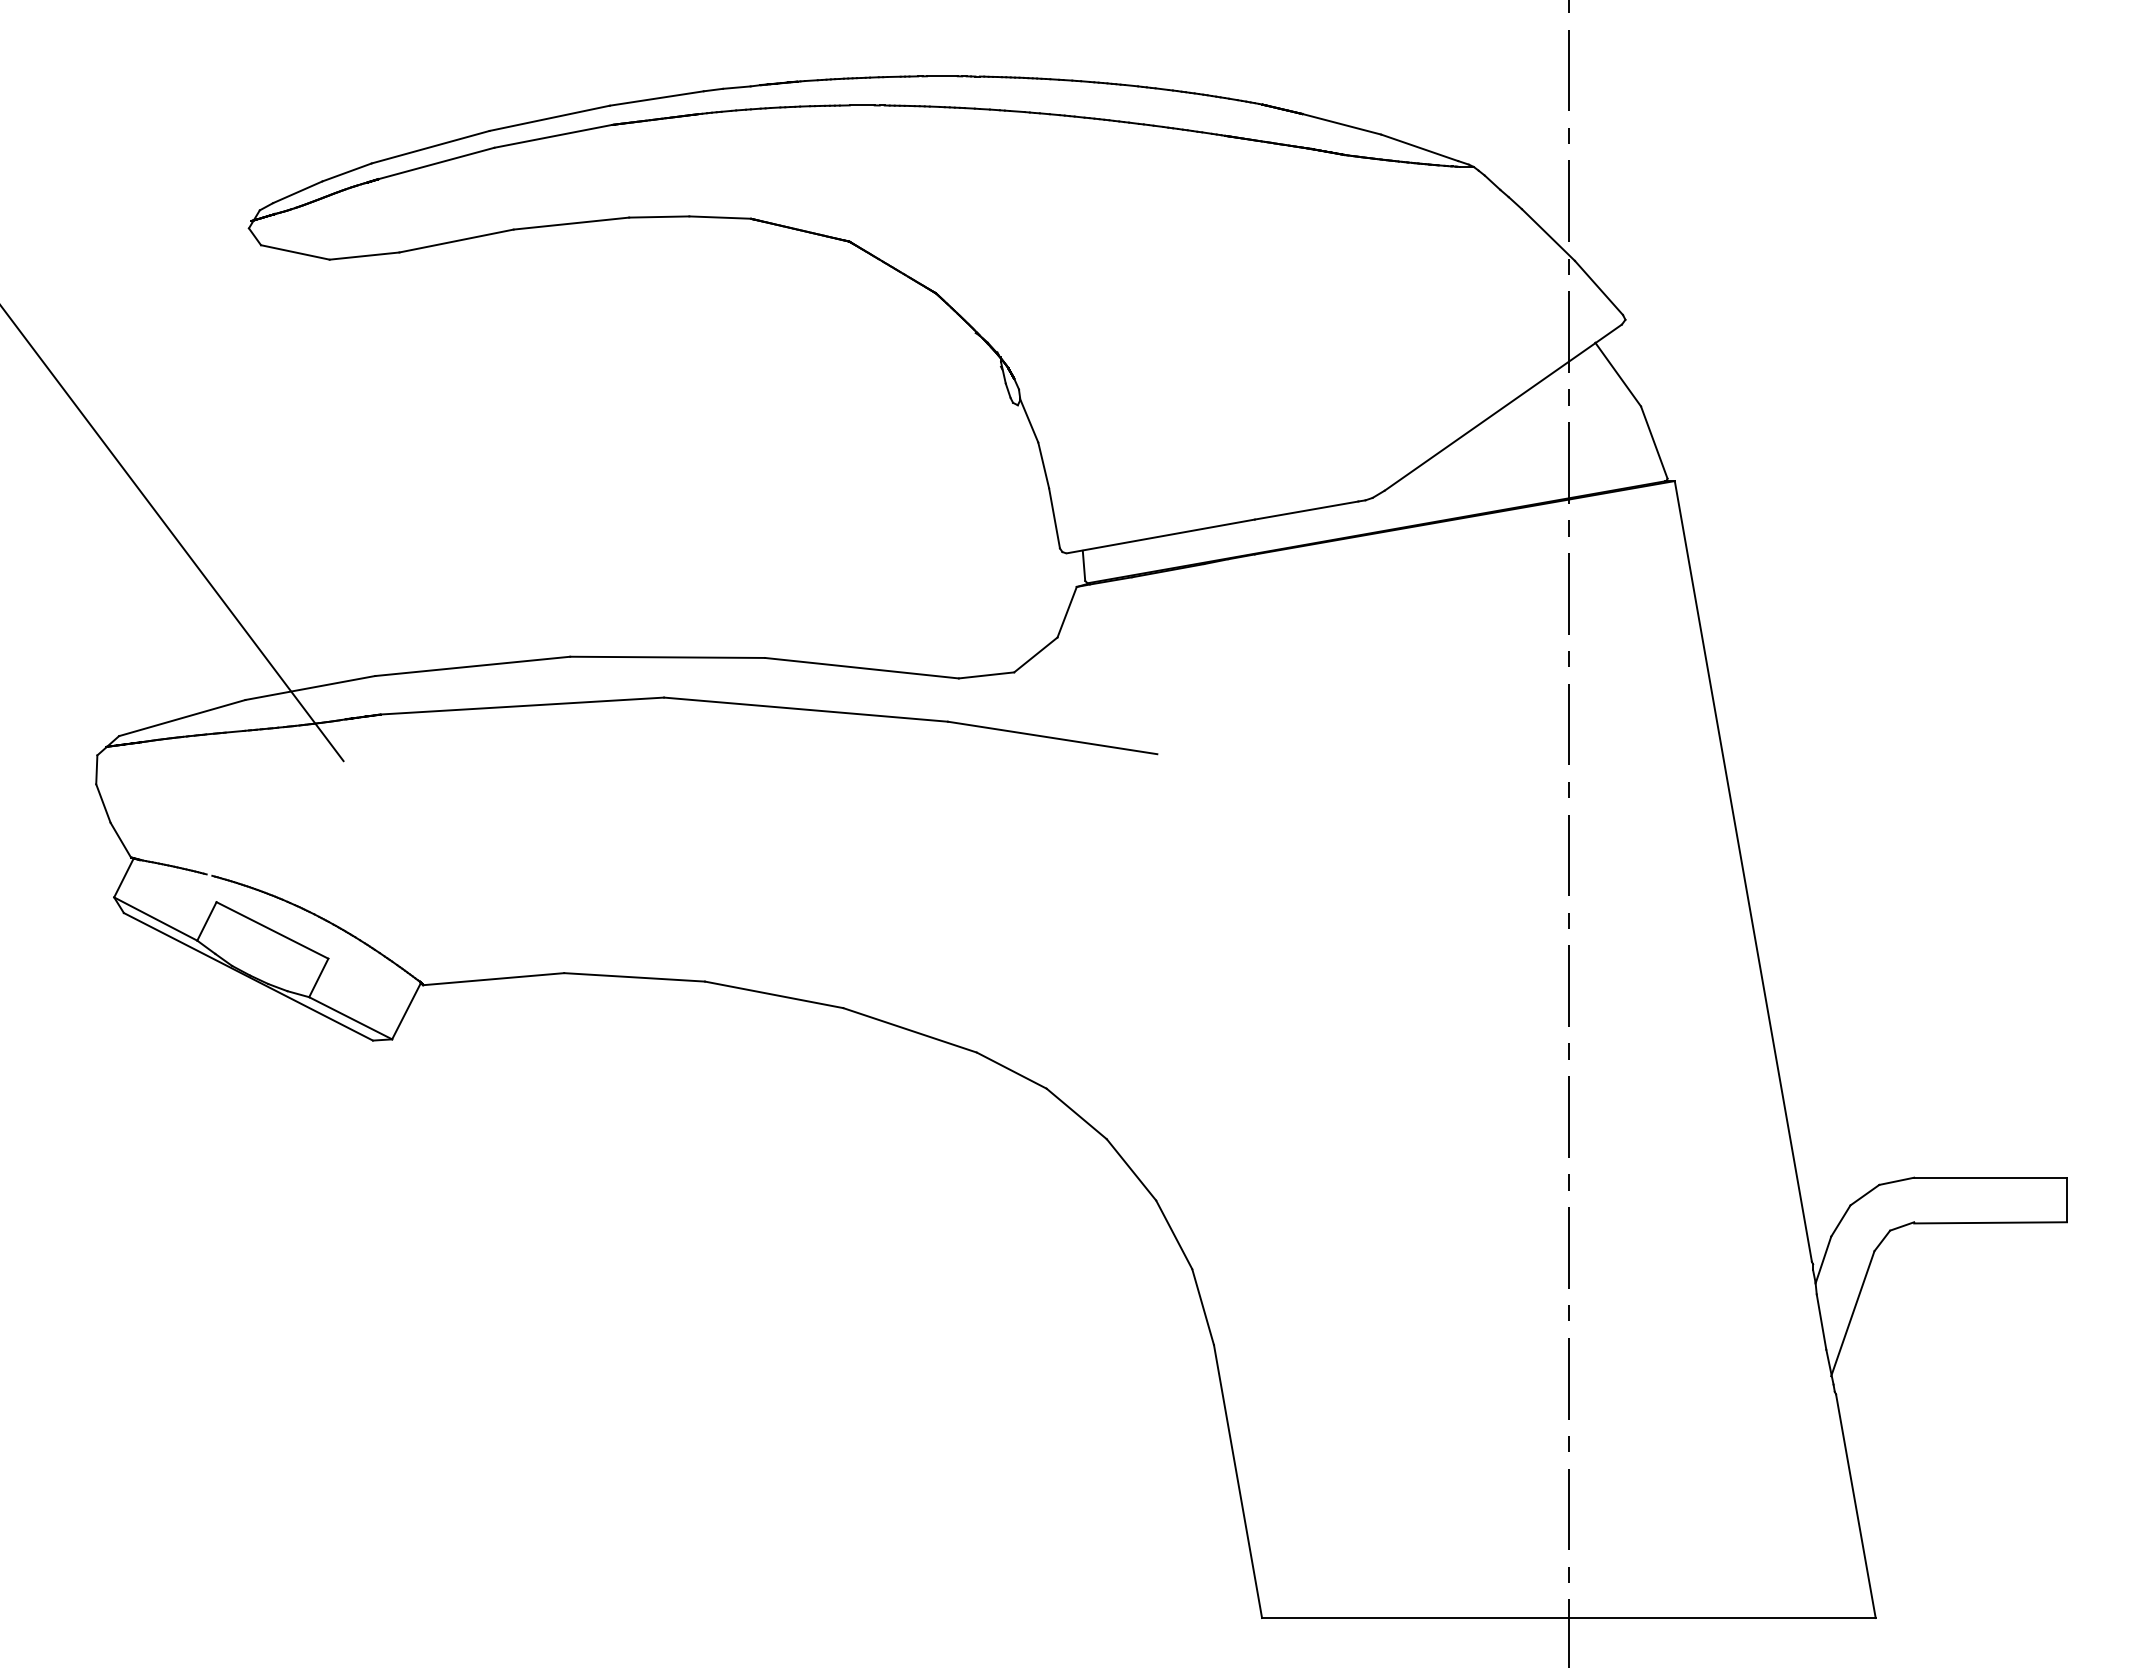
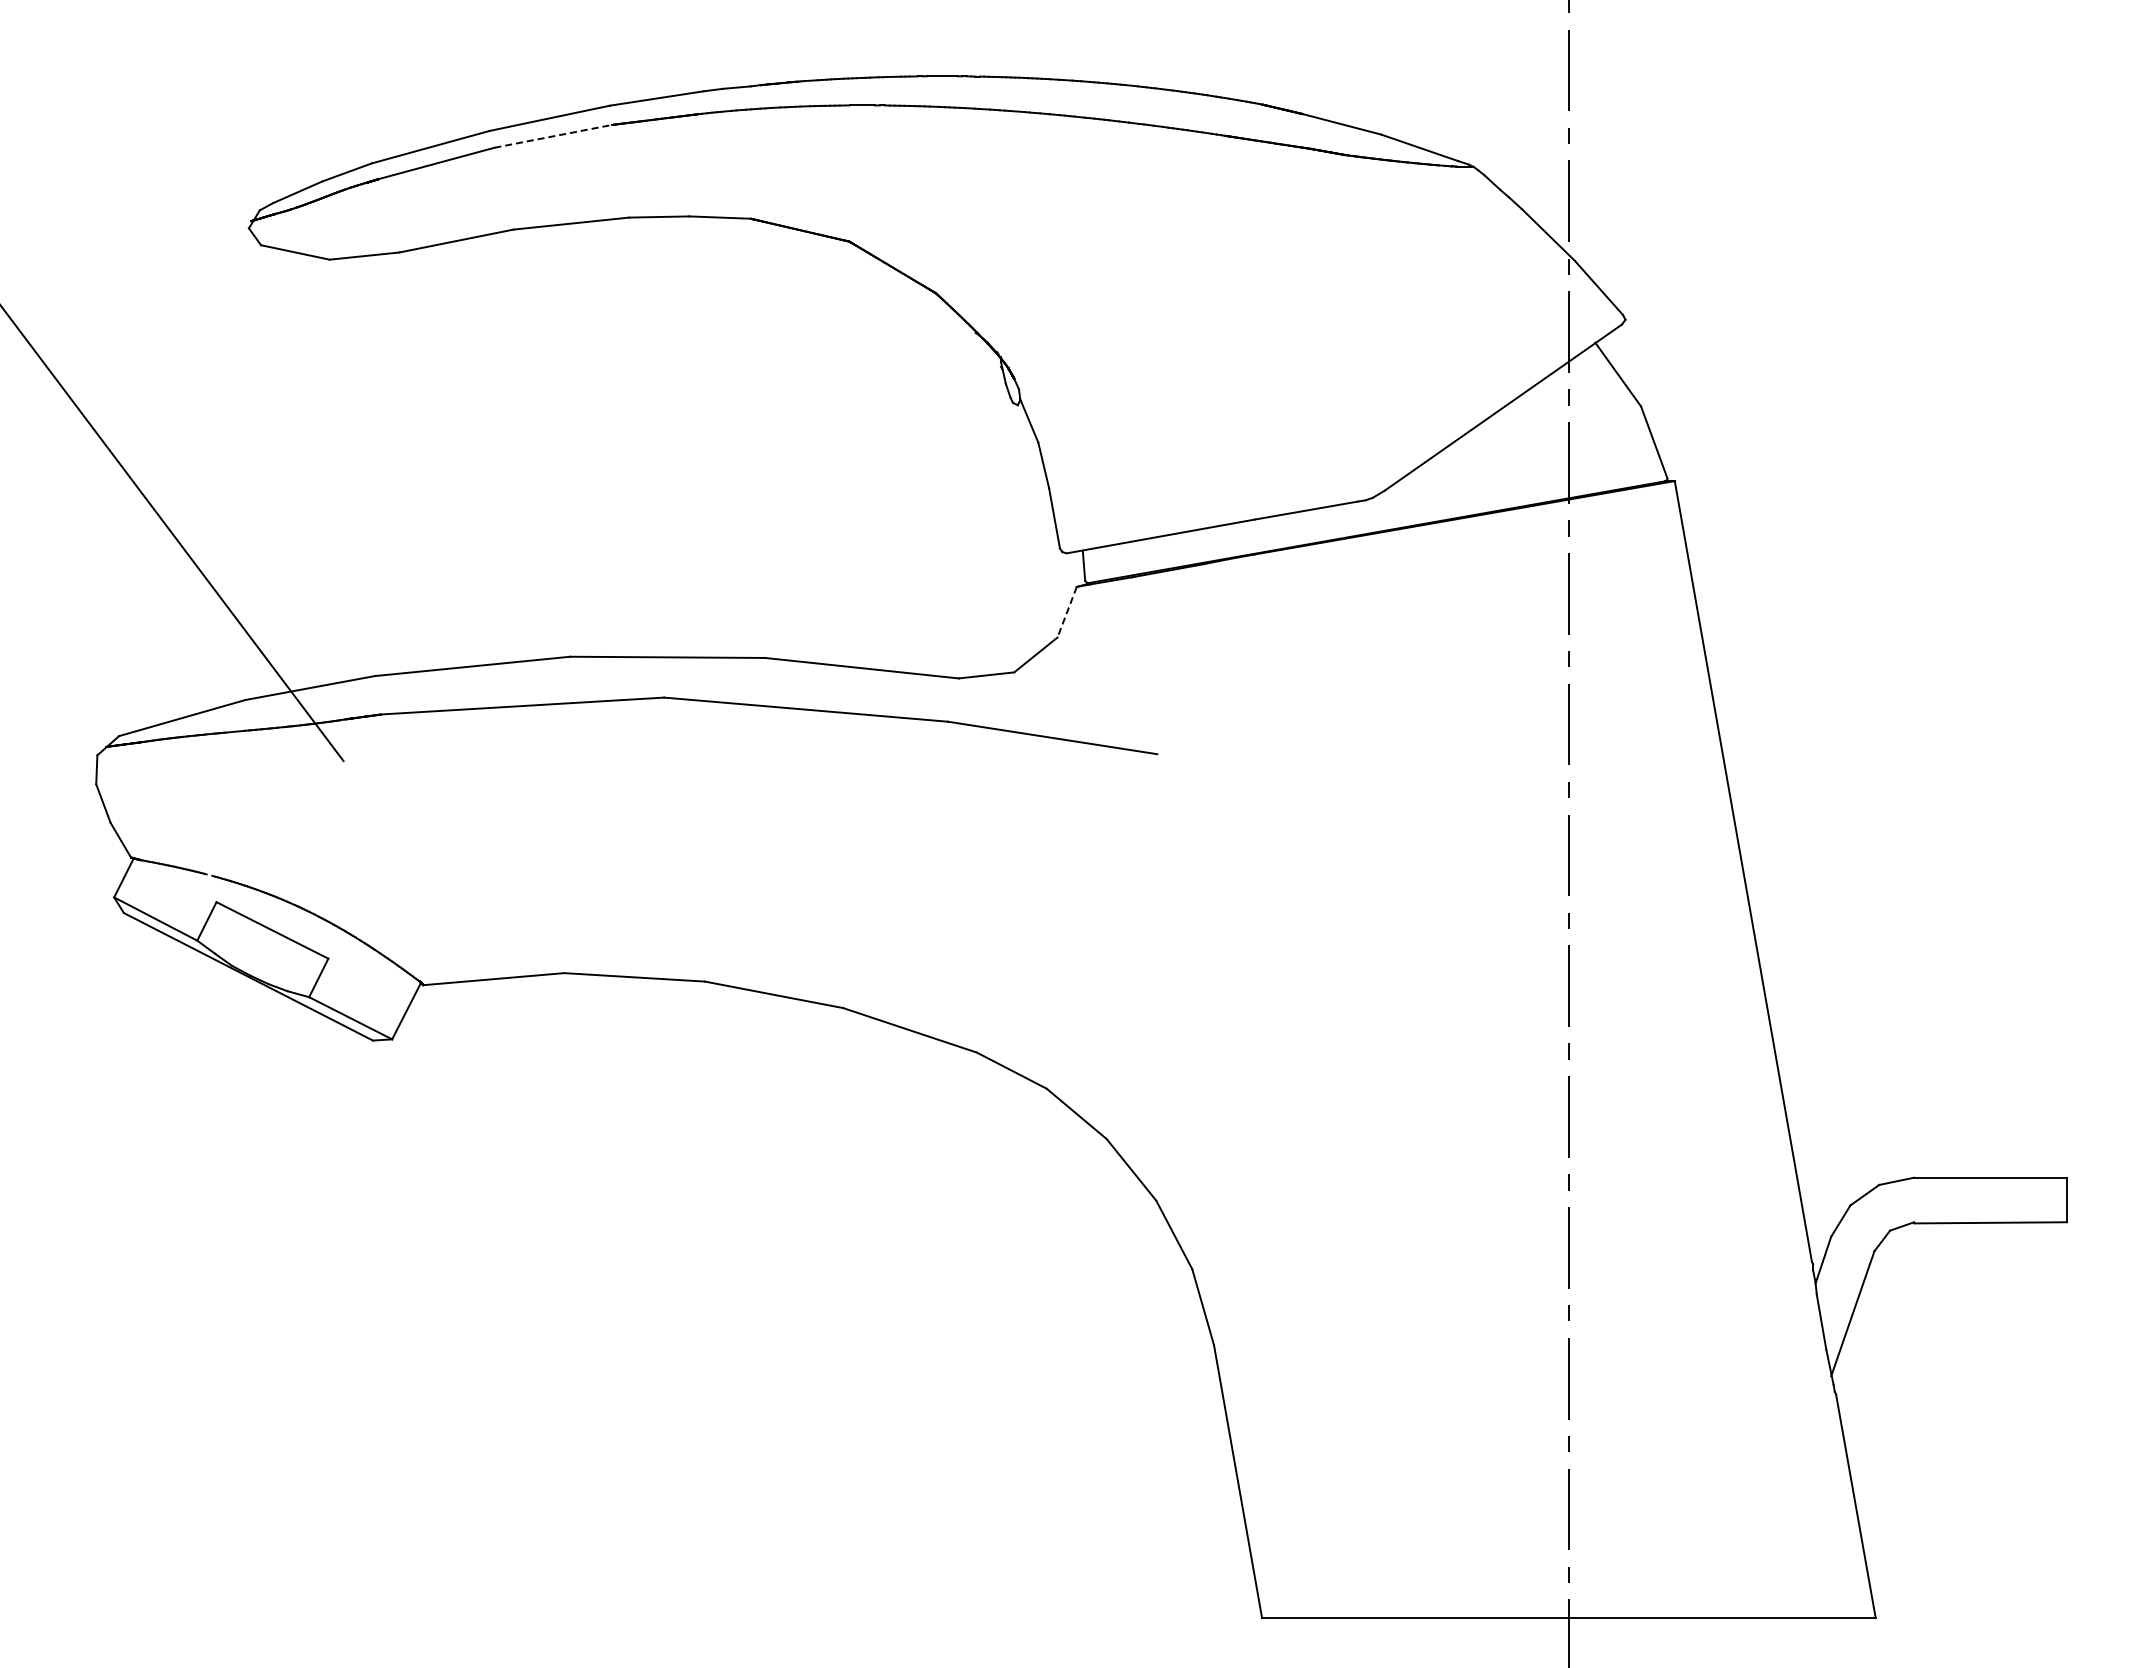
line at (553, 136): solid -> dashed
line at (1066, 612): solid -> dashed
